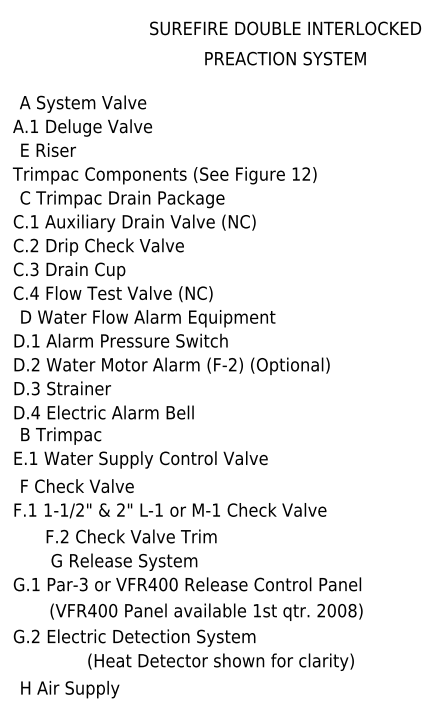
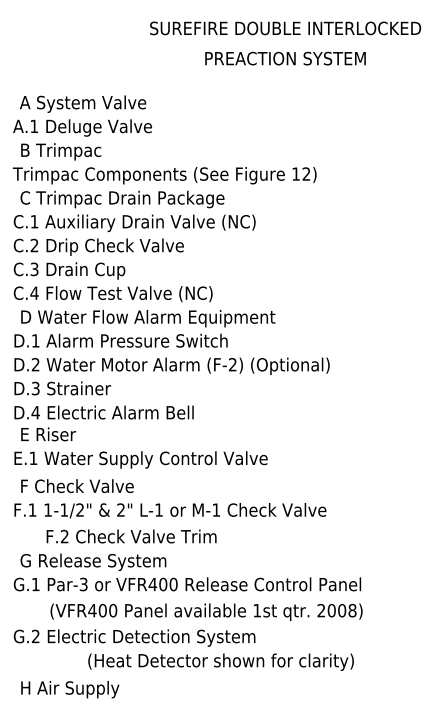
text at (63, 151): E Riser -> B Trimpac
text at (63, 435): B Trimpac -> E Riser
text at (124, 561) position: (124, 561) -> (93, 561)
